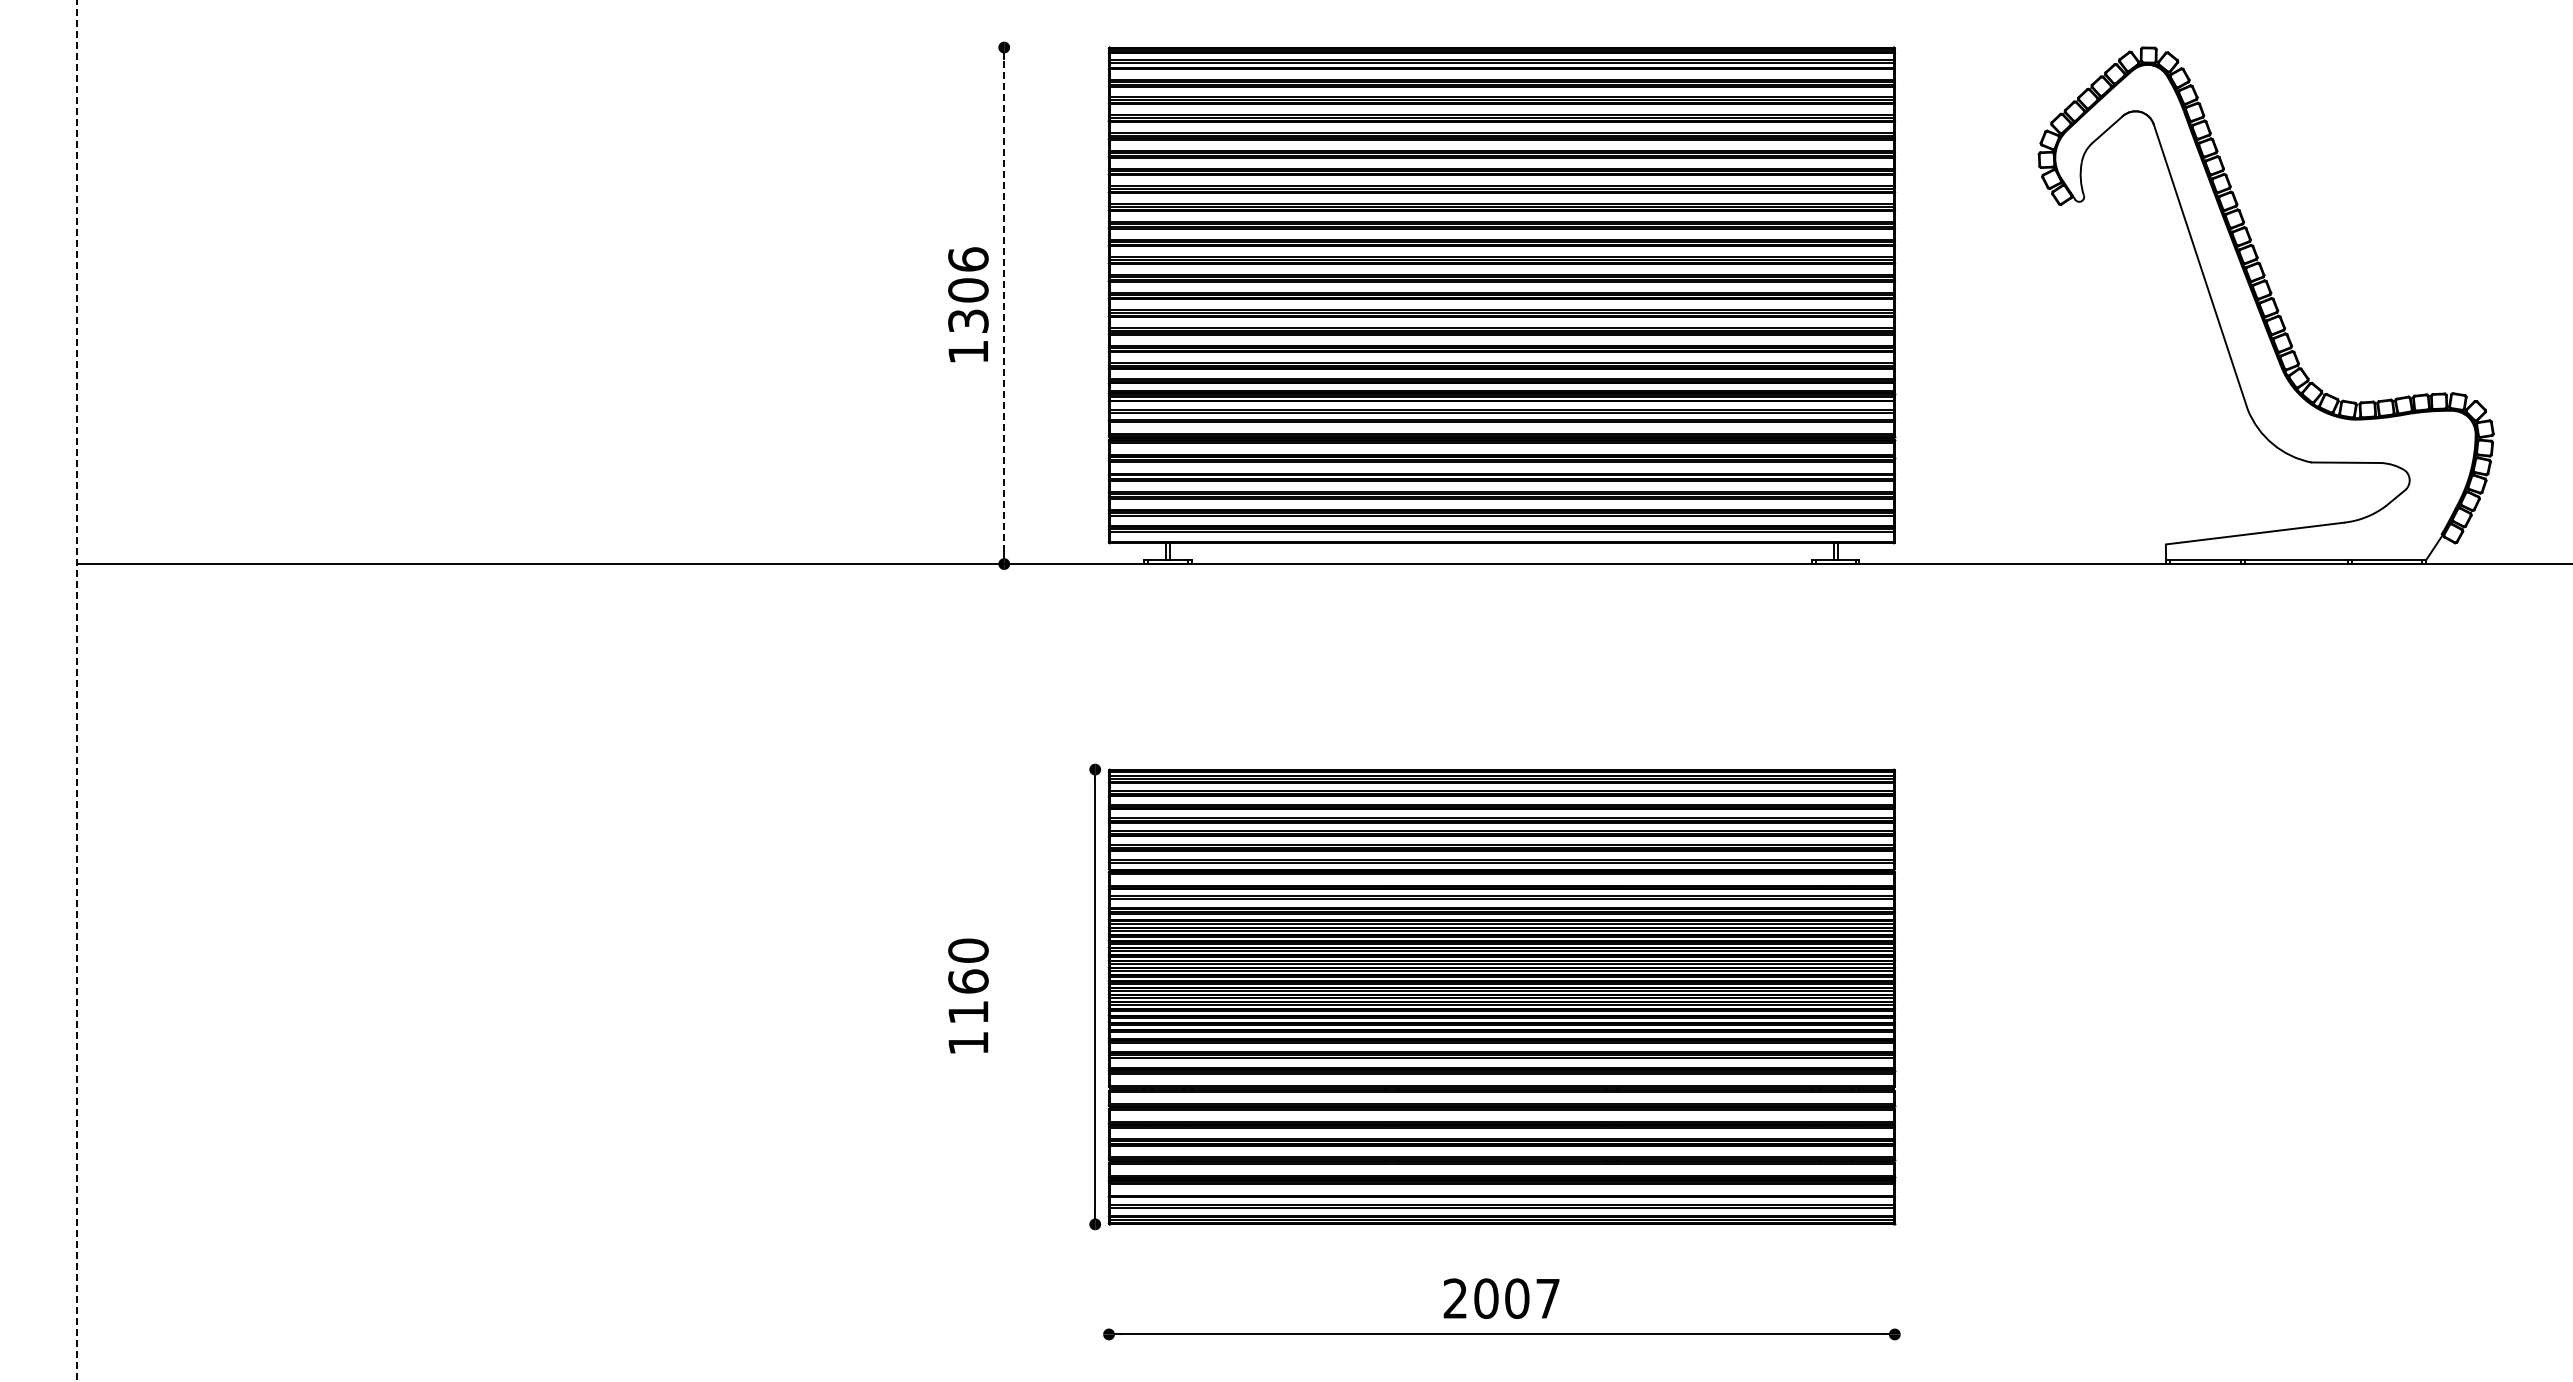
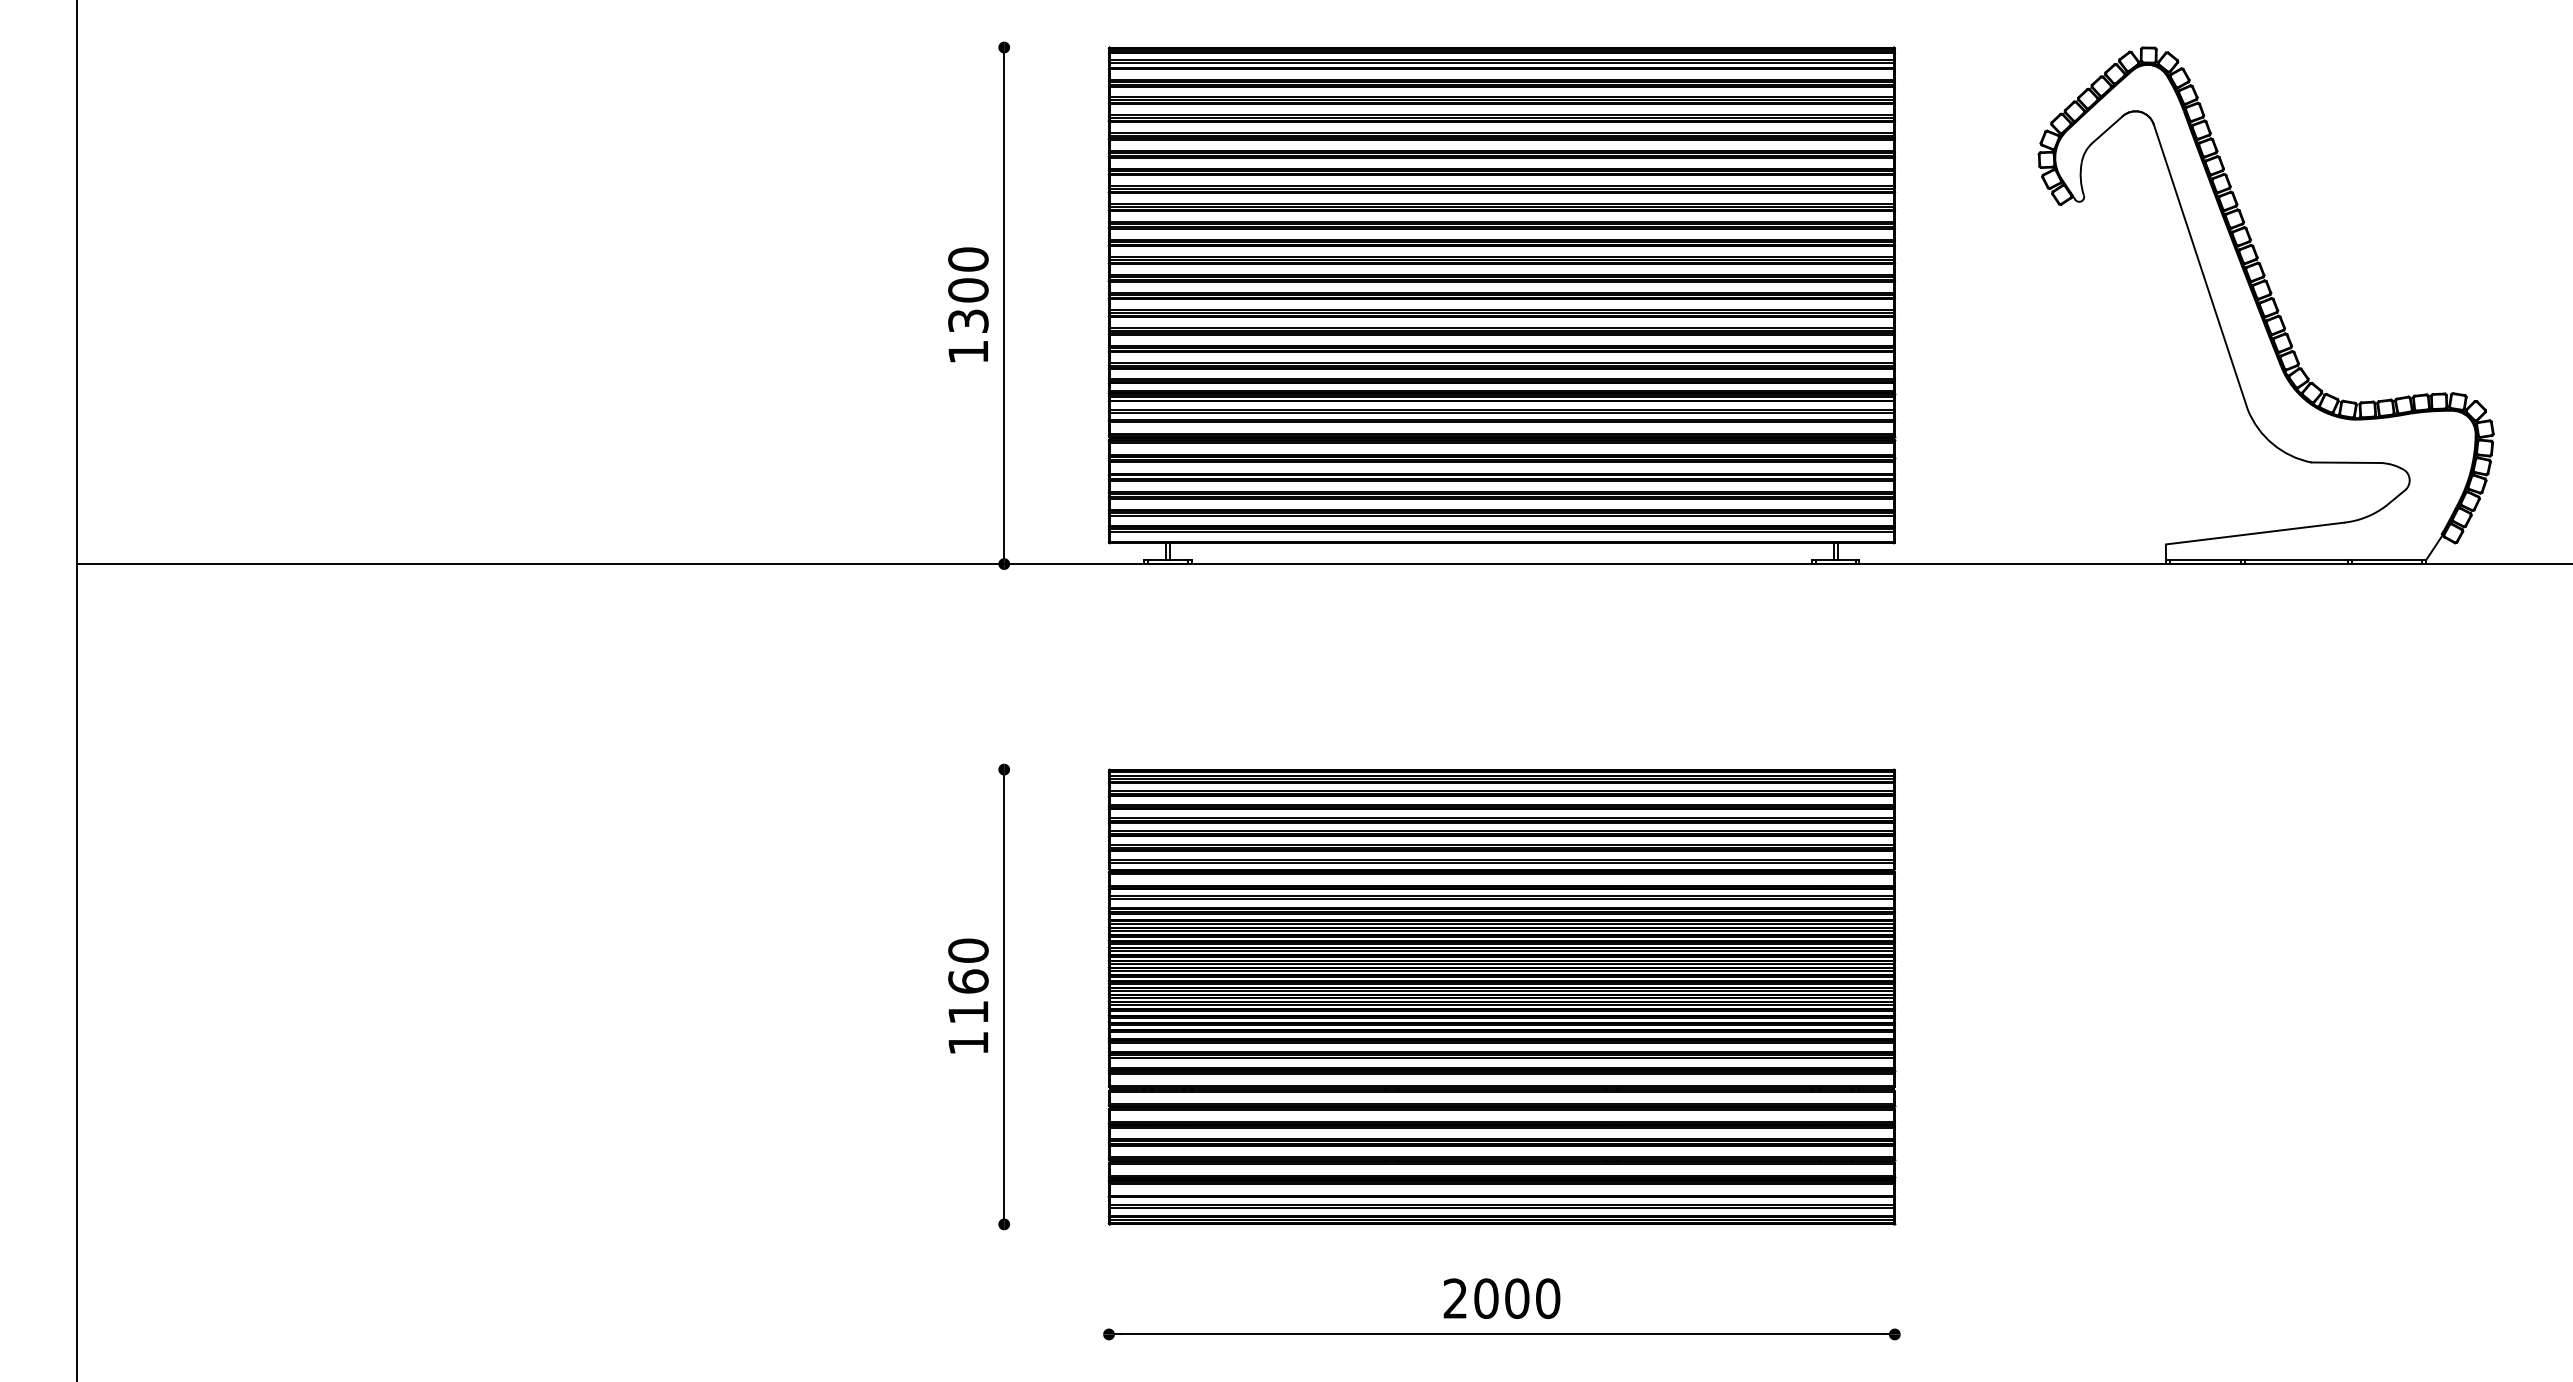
text at (968, 259): 1306 -> 1300
line at (1004, 305): dashed -> solid
line at (77, 691): dashed -> solid
part at (1095, 996) position: (1095, 996) -> (1004, 996)
text at (1548, 1298): 2007 -> 2000
